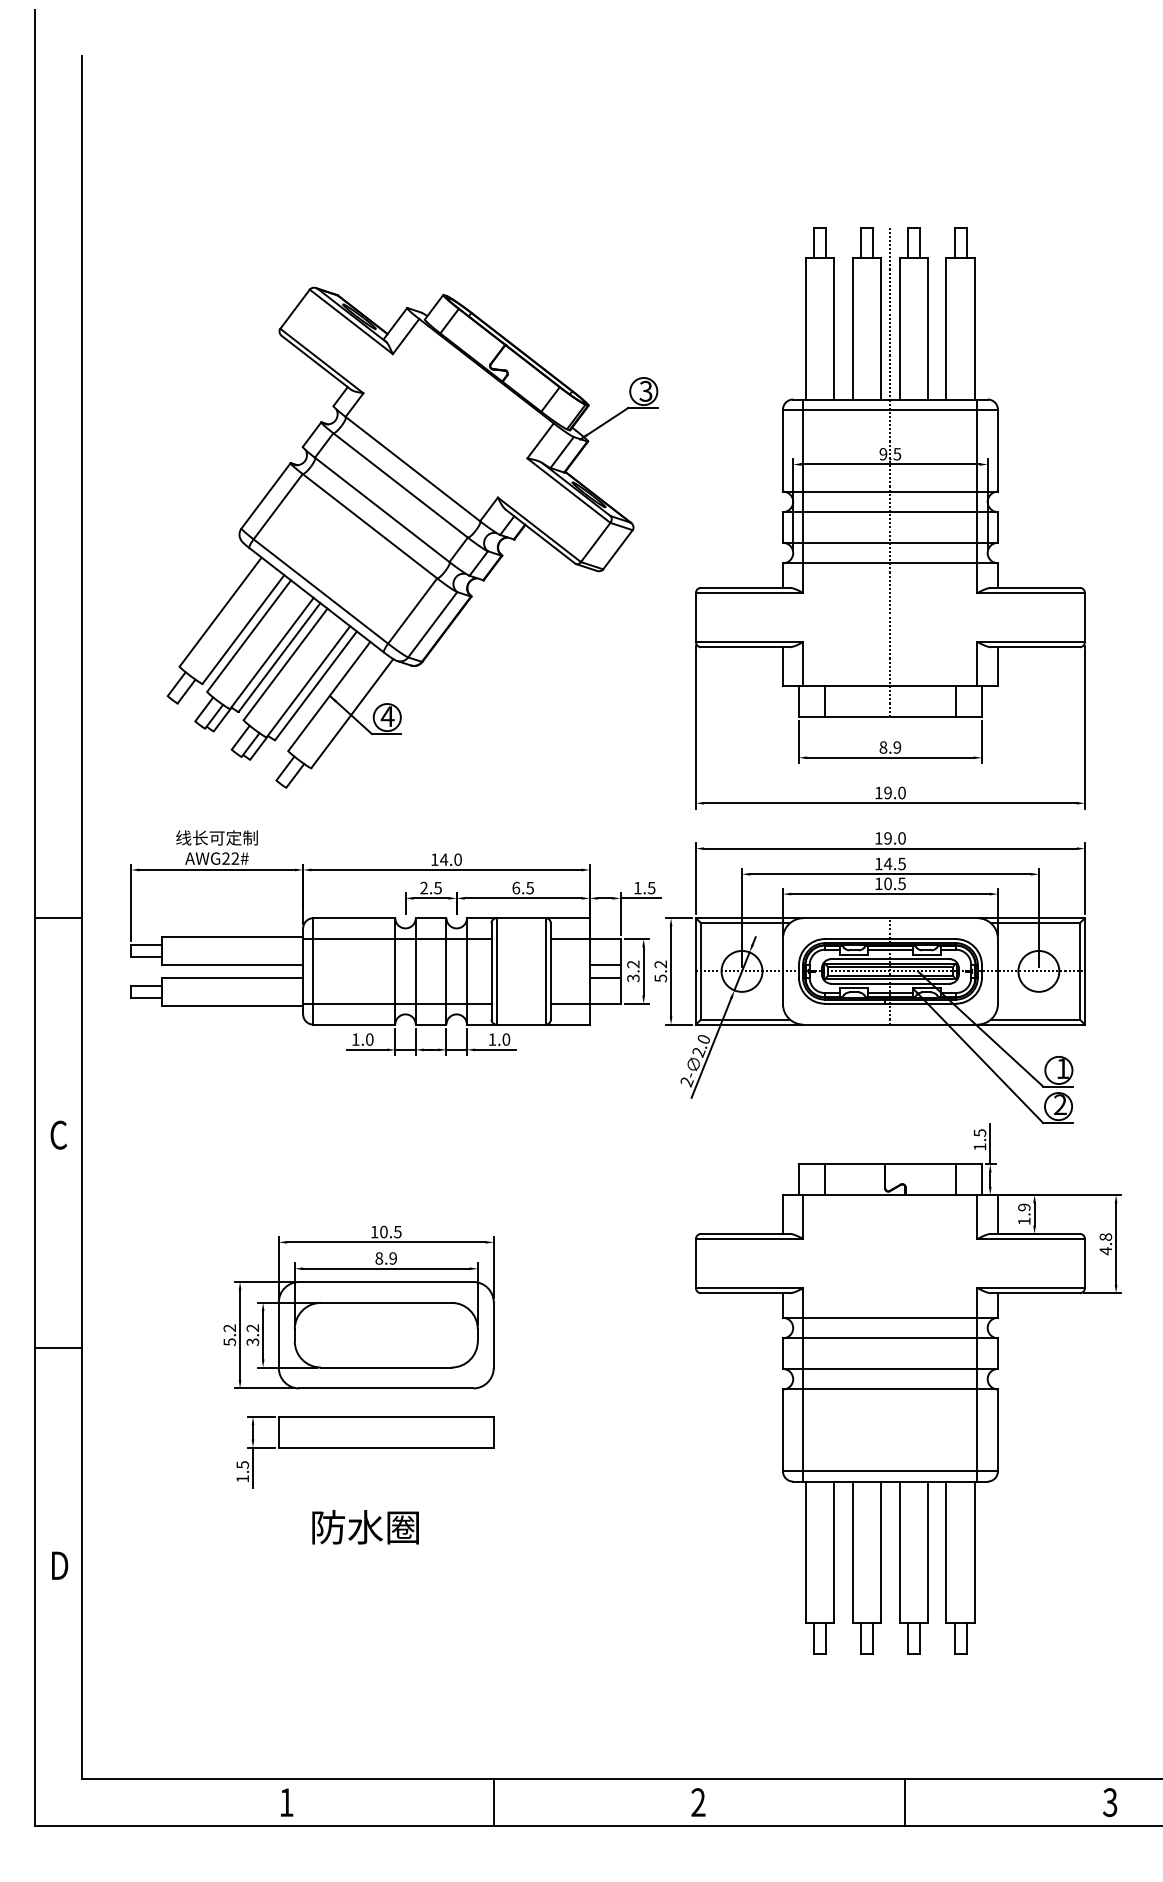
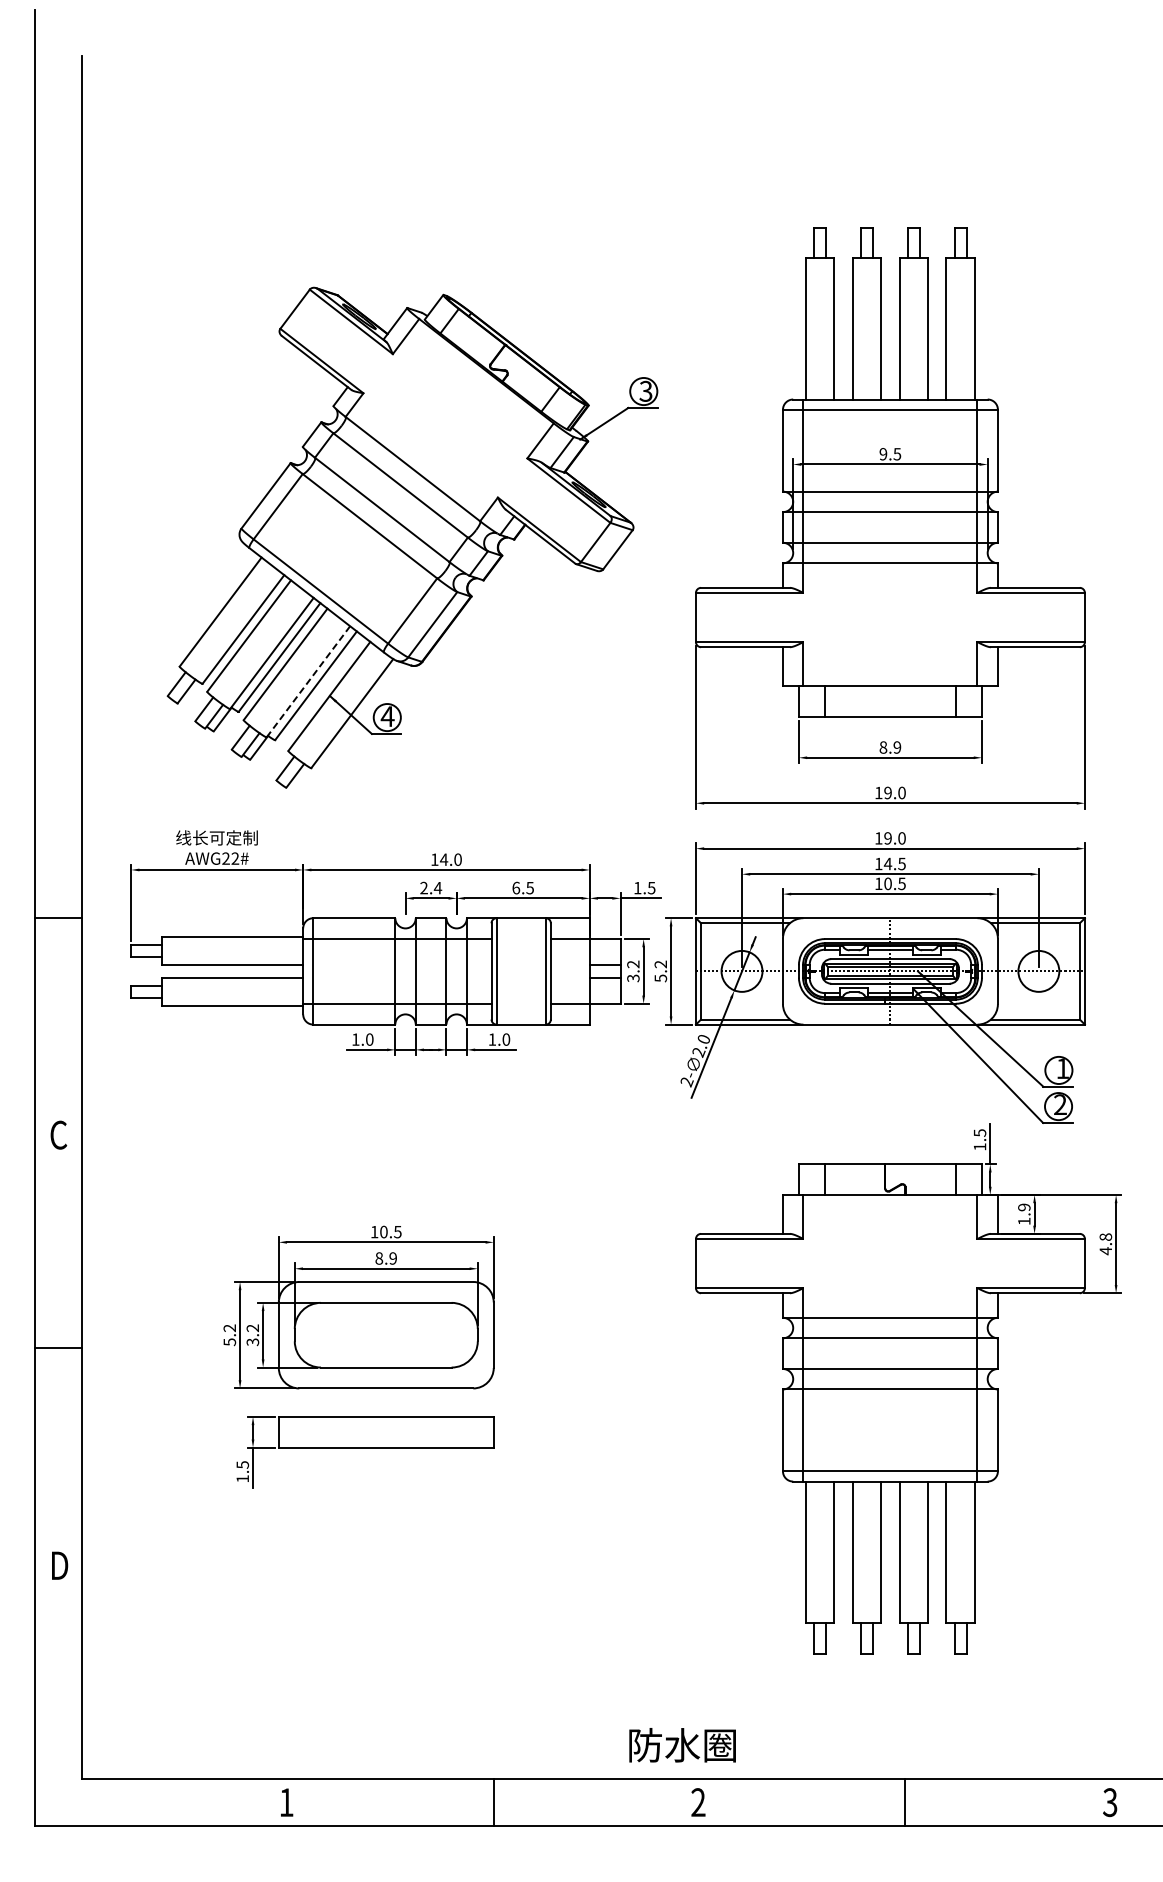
line at (890, 471): present -> none
line at (308, 681): solid -> dashed
text at (437, 888): 2.5 -> 2.4
text at (365, 1527) position: (365, 1527) -> (682, 1745)
